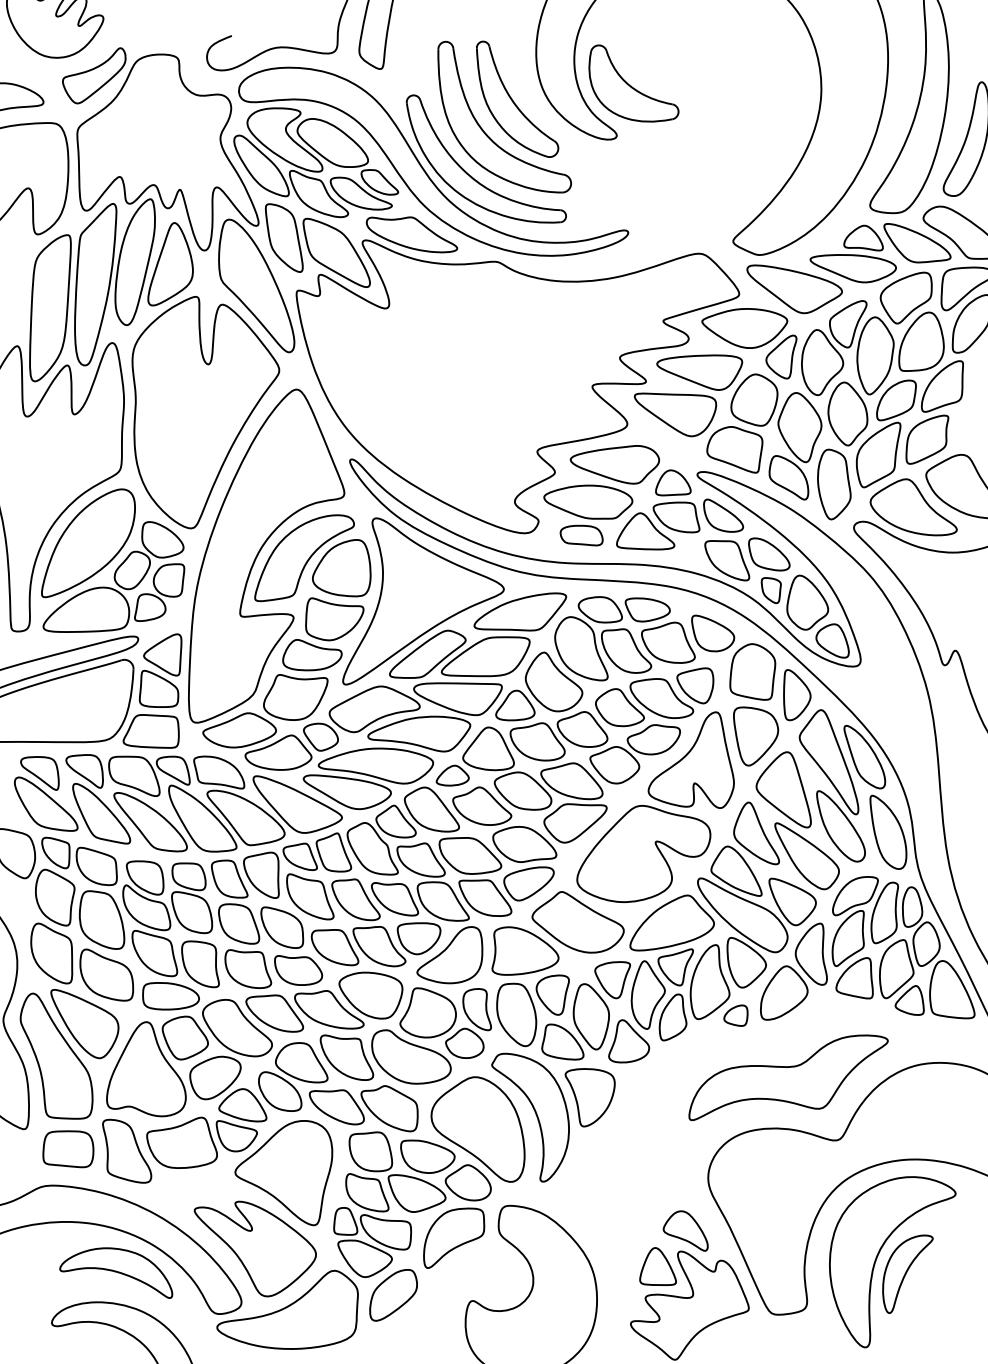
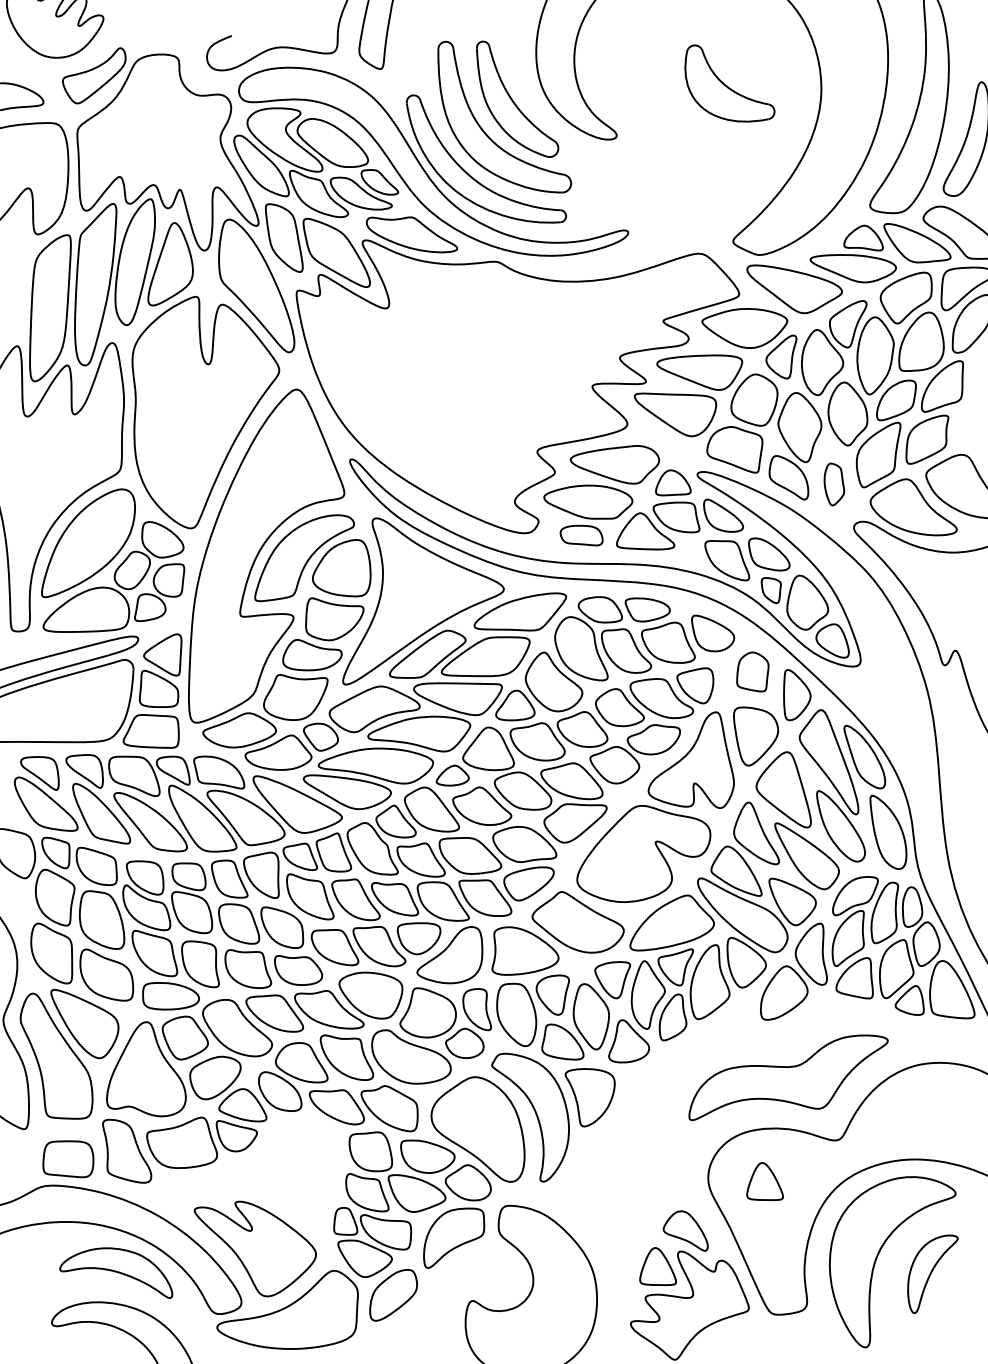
part at (633, 83) position: (633, 83) -> (729, 83)
part at (834, 484) size: 35x73 px -> 23x45 px
part at (752, 671) size: 48x58 px -> 34x42 px
part at (735, 1015): present -> none
part at (68, 1149) position: (68, 1149) -> (68, 1159)
part at (283, 1173): present -> none
part at (764, 1181): none -> present
part at (907, 1273) position: (907, 1273) -> (932, 1273)
